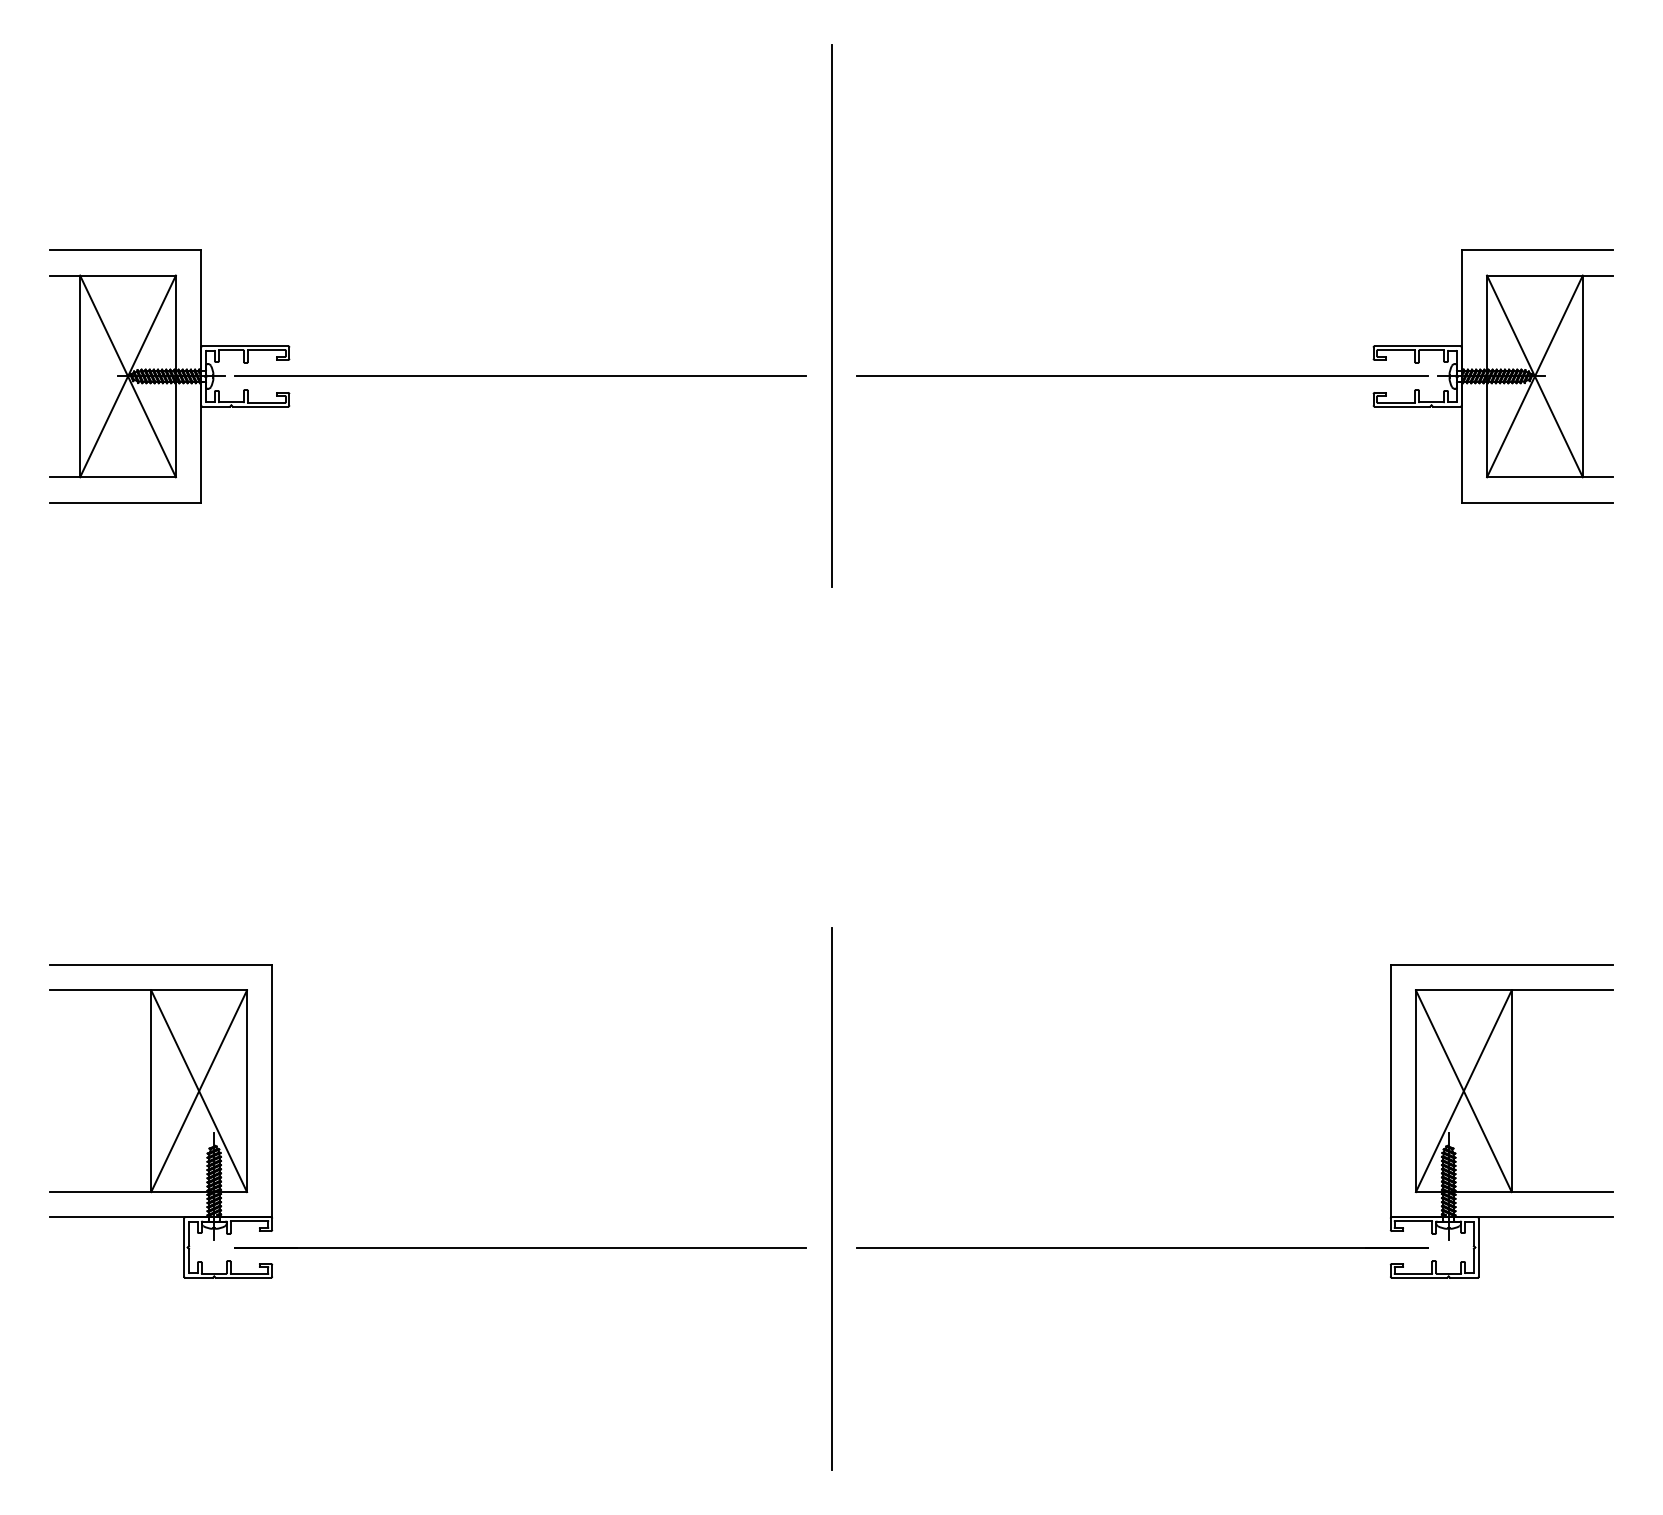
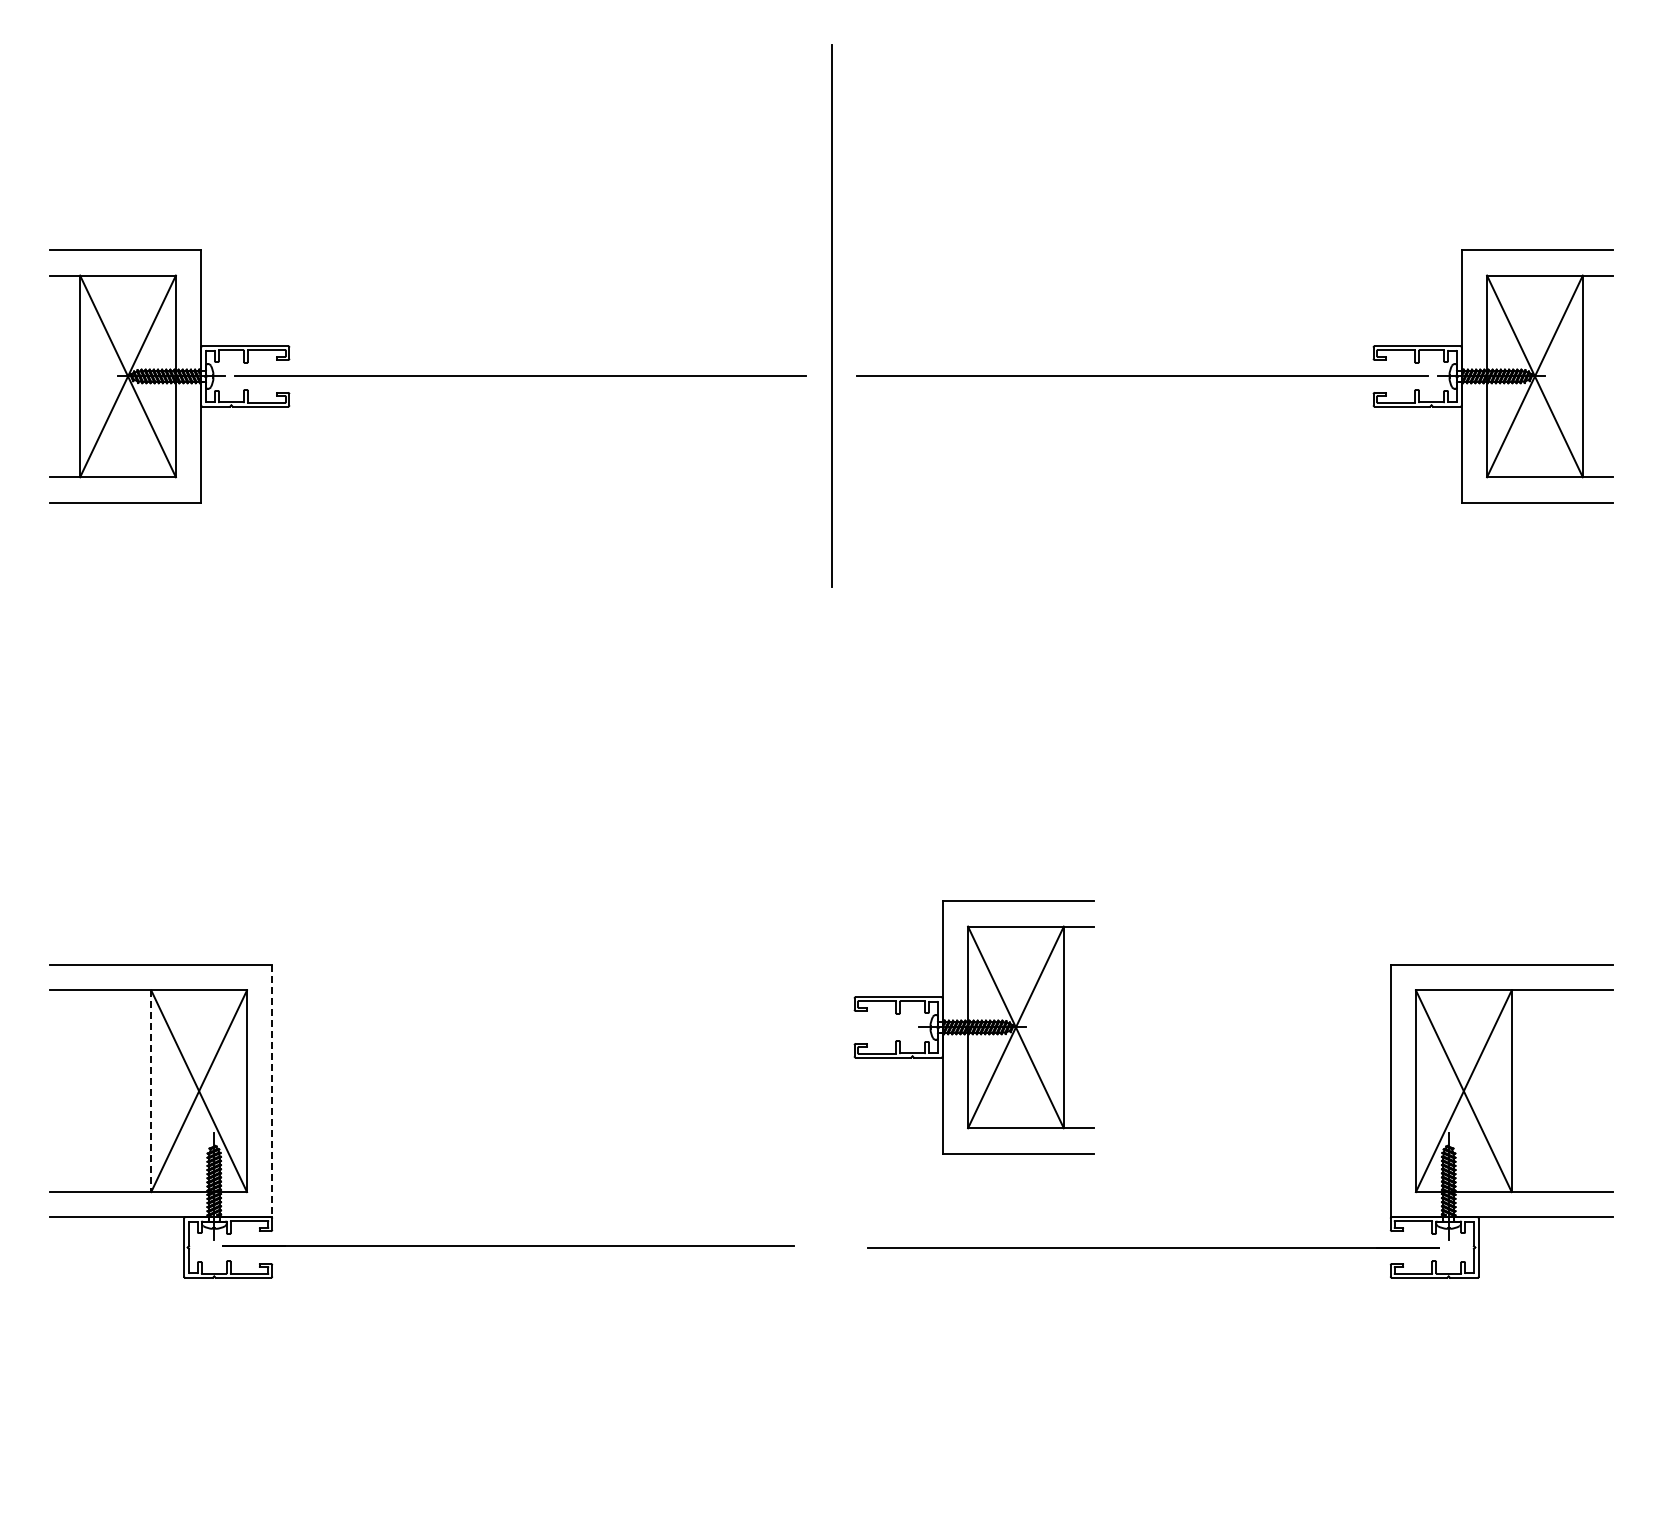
part at (973, 1027): none -> present
line at (151, 1091): solid -> dashed
line at (272, 1091): solid -> dashed
line at (831, 1198): present -> none
line at (520, 1247) position: (520, 1247) -> (508, 1245)
line at (1142, 1247) position: (1142, 1247) -> (1153, 1247)
